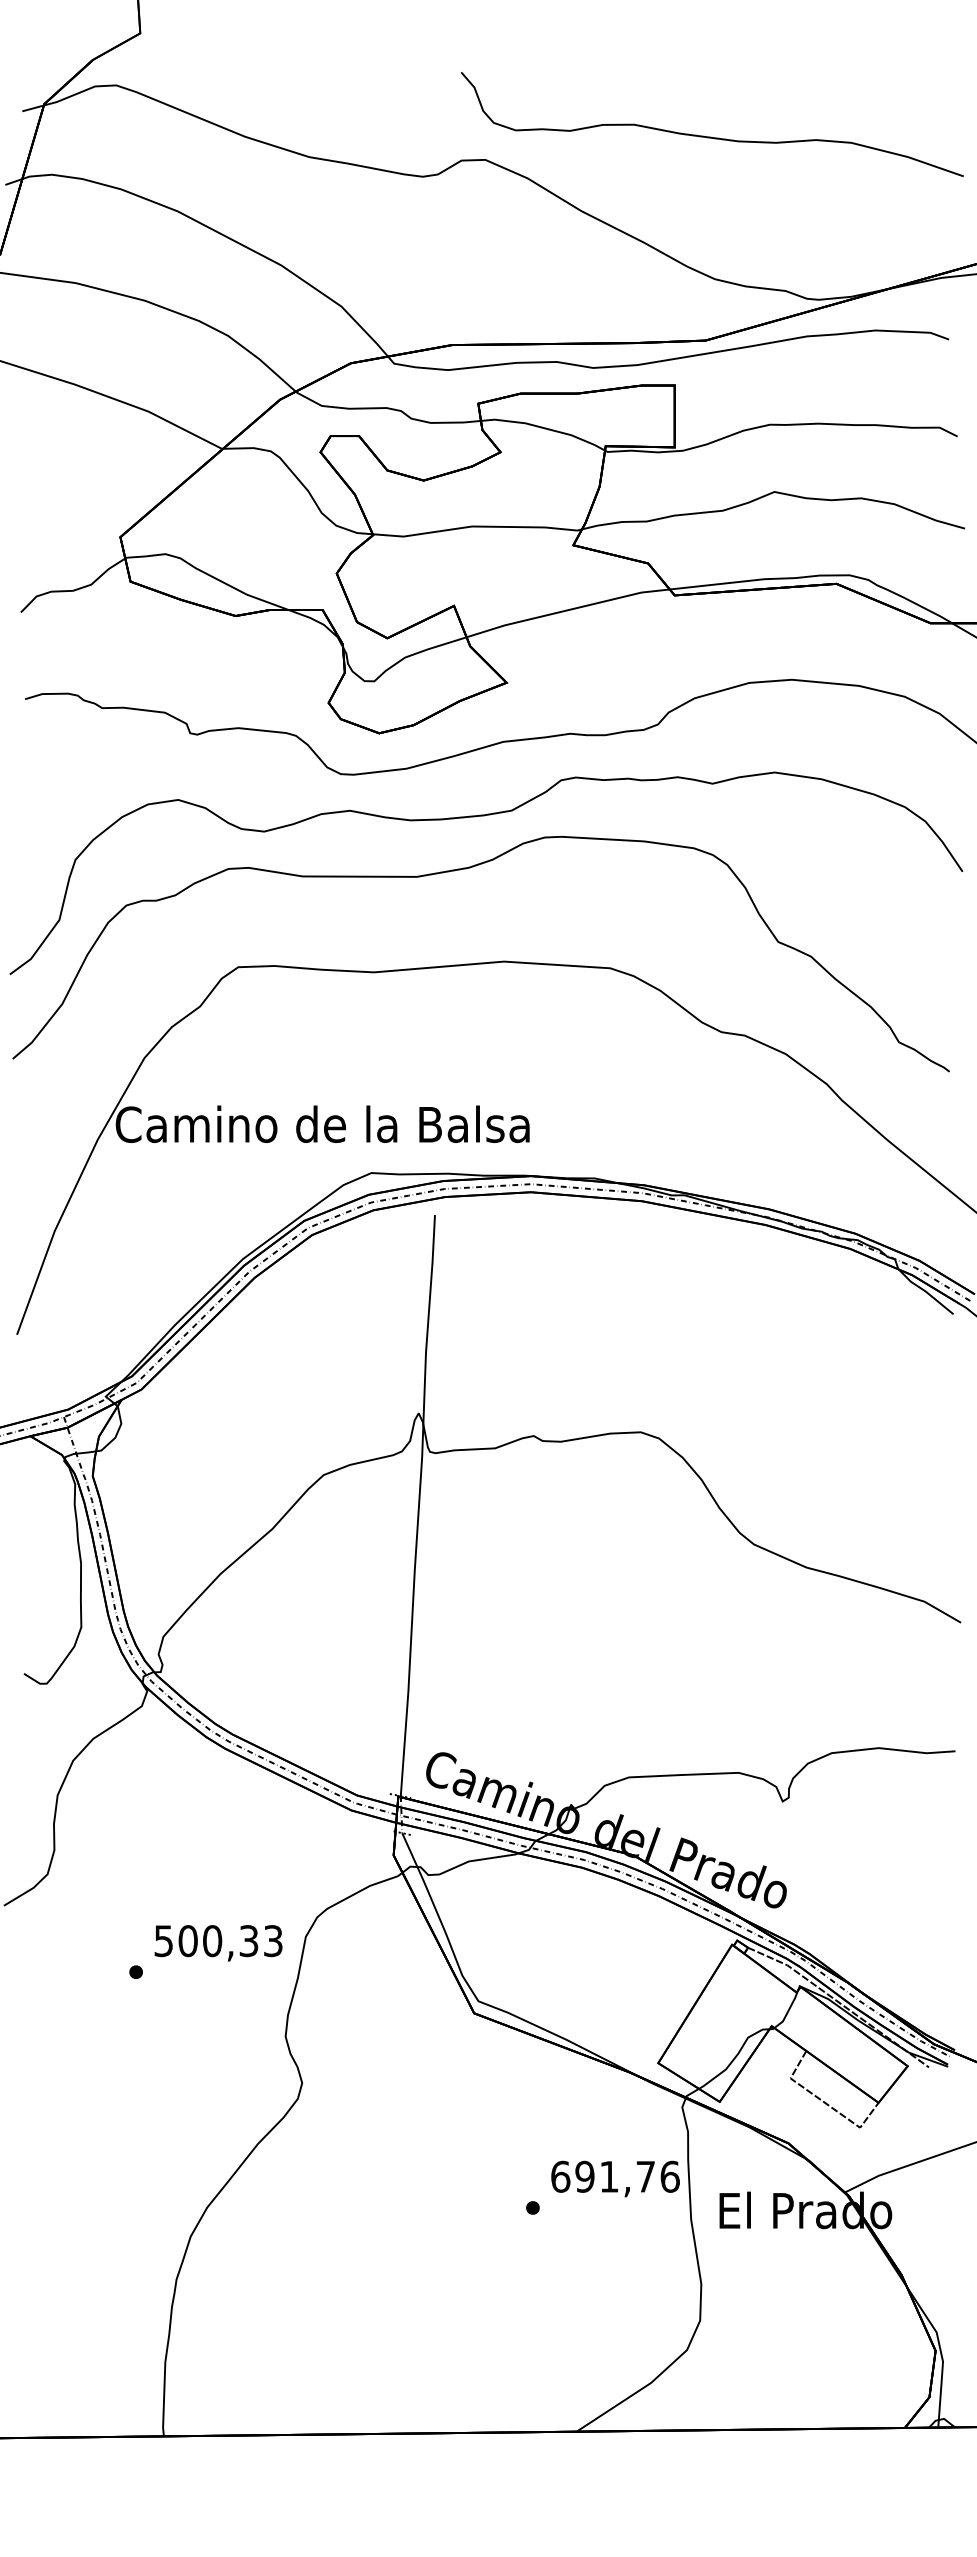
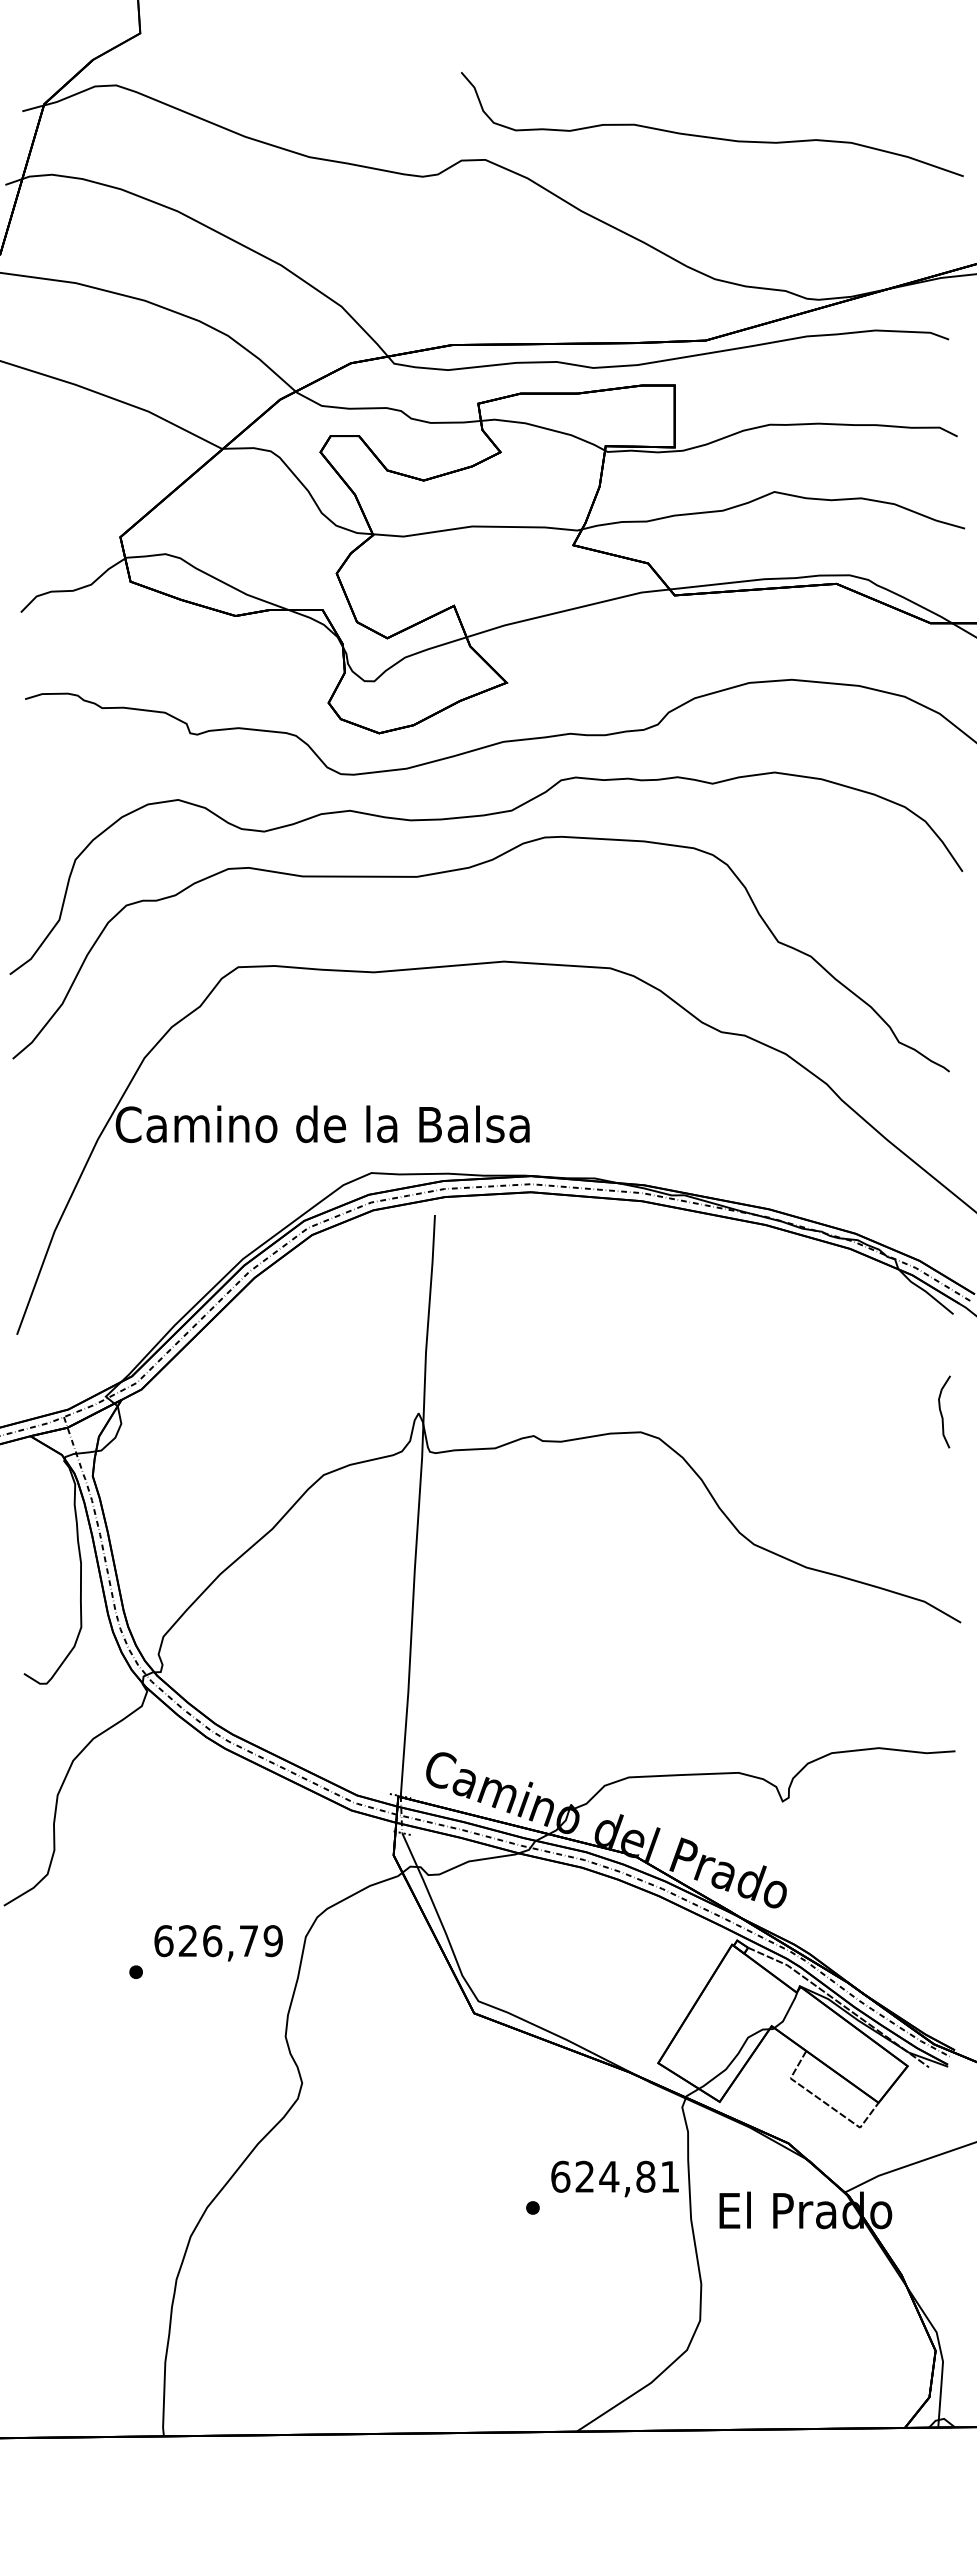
curve at (942, 1413): none -> present
text at (218, 1941): 500,33 -> 626,79
text at (627, 2176): 691,76 -> 624,81
